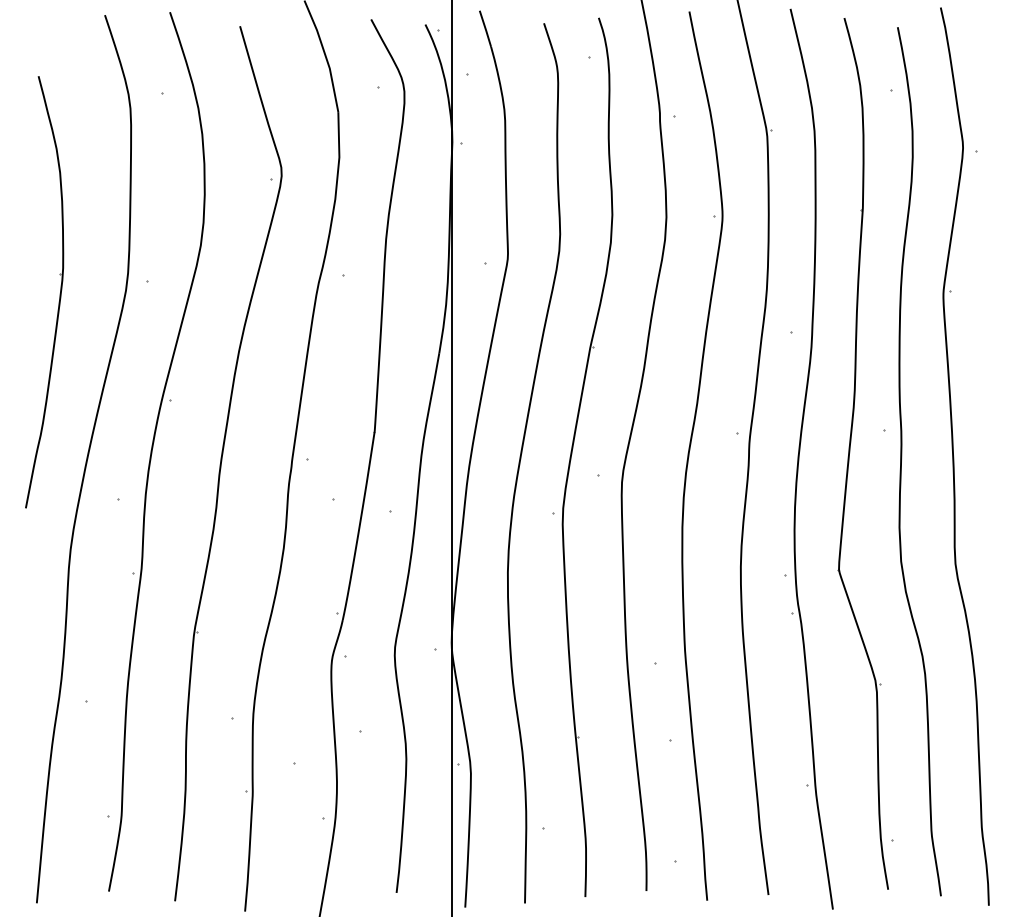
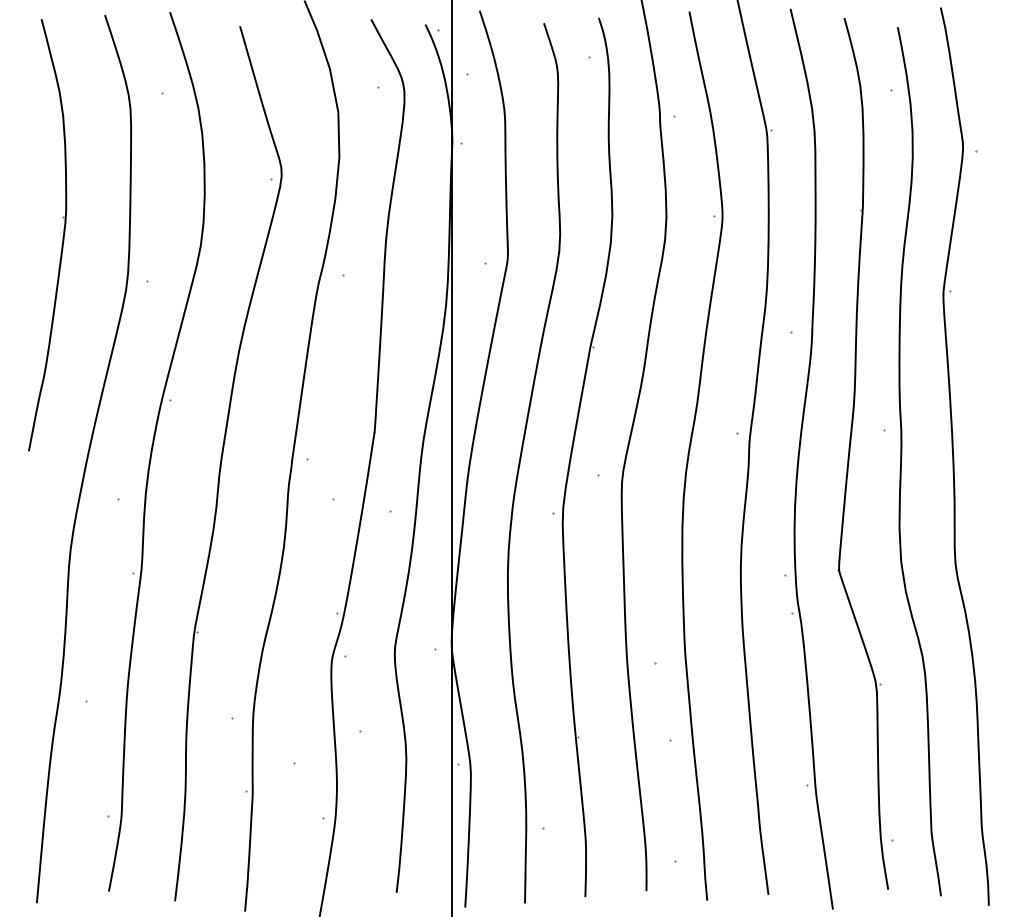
part at (59, 293) position: (59, 293) -> (62, 236)
